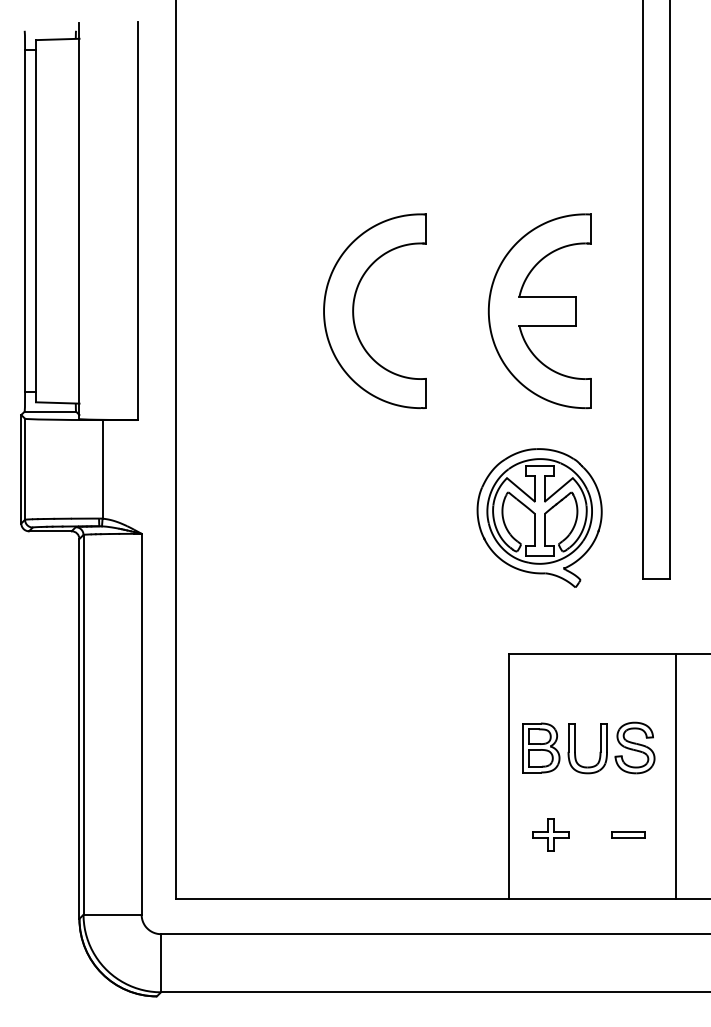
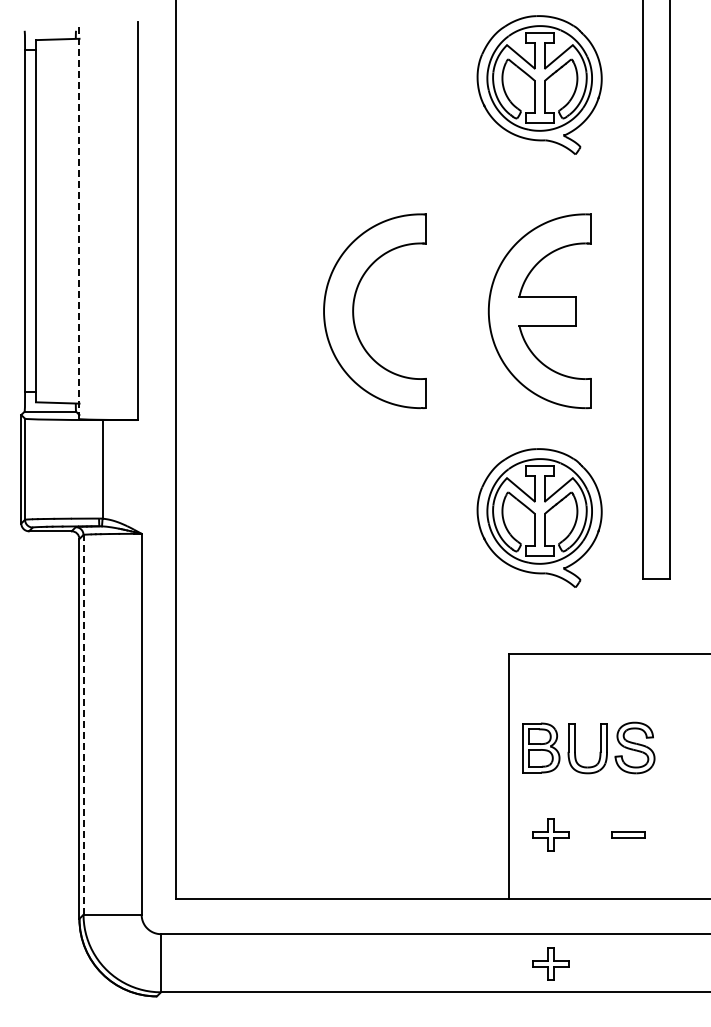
part at (539, 84): none -> present
line at (79, 221): solid -> dashed
line at (83, 724): solid -> dashed
line at (676, 776): present -> none
part at (550, 963): none -> present
